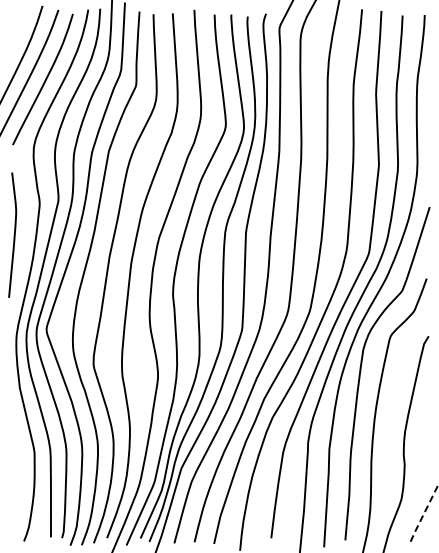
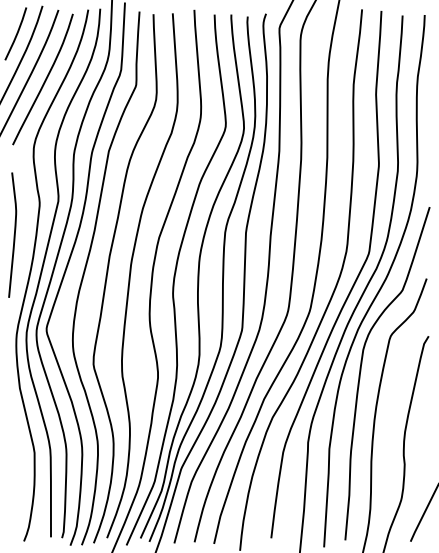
line at (16, 33): none -> present
line at (424, 513): dashed -> solid
